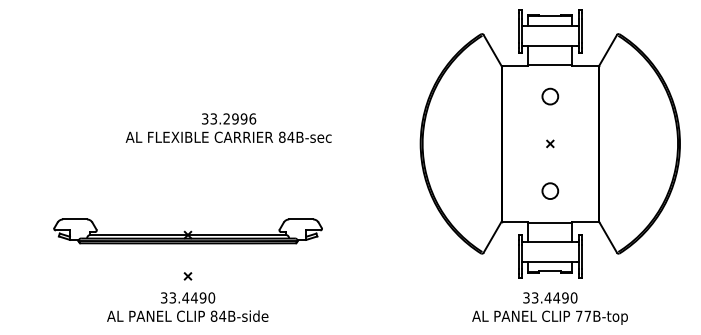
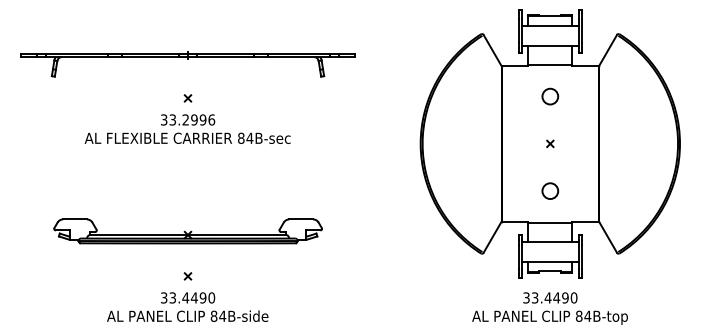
part at (187, 59): none -> present
text at (228, 127) position: (228, 127) -> (187, 128)
text at (583, 315): 77B-top -> 84B-top
